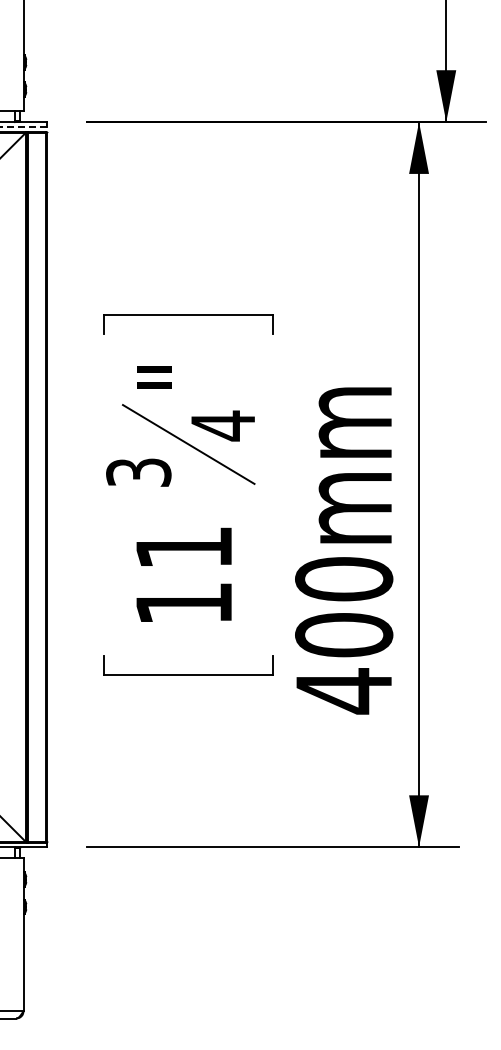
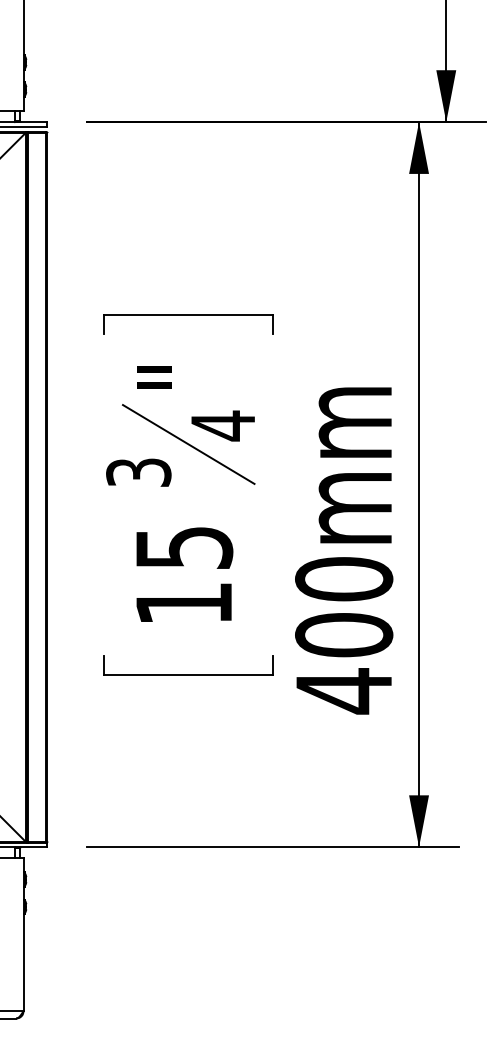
line at (23, 126): dashed -> solid
text at (184, 547): 11 -> 15
